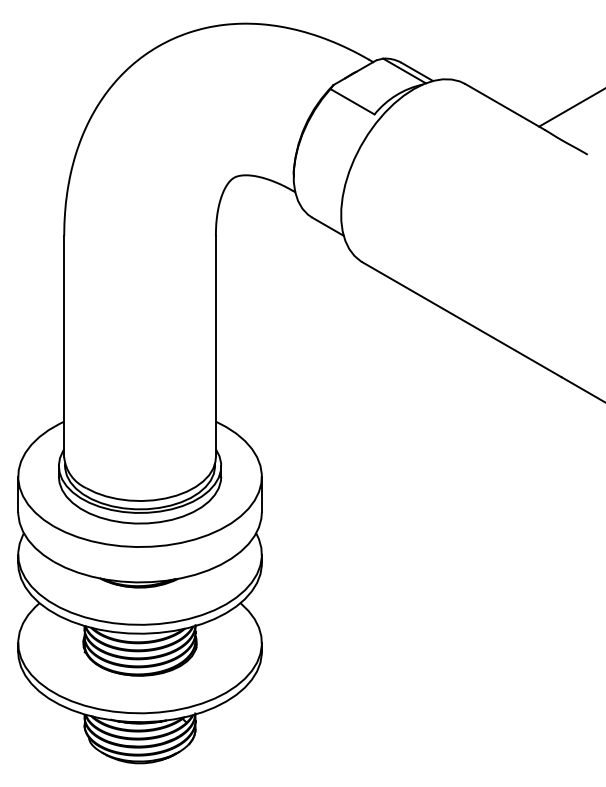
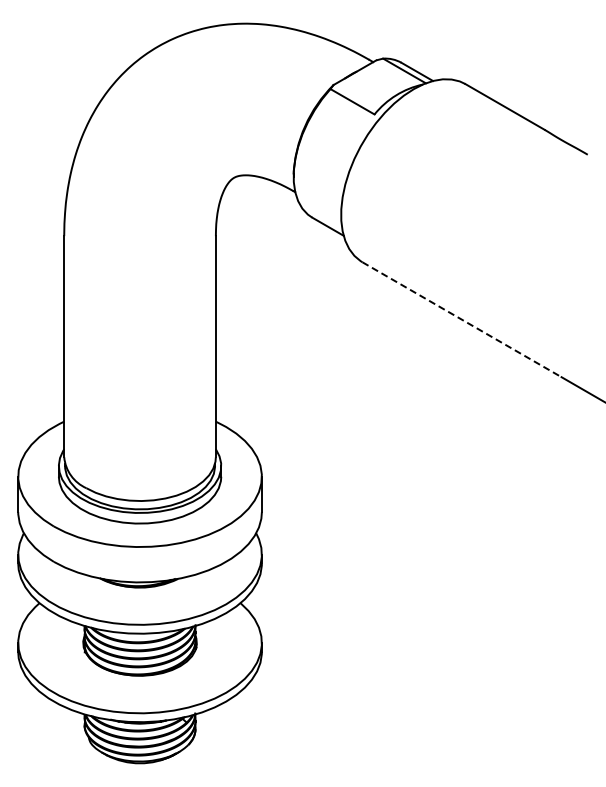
line at (570, 107): present -> none
line at (461, 319): solid -> dashed
